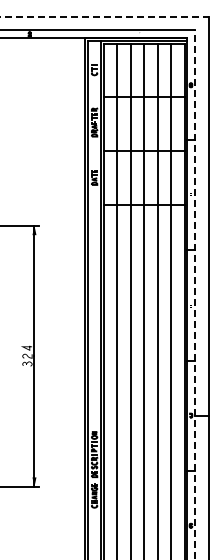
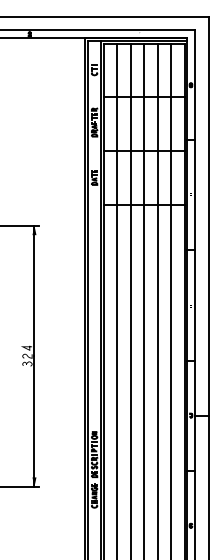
line at (104, 16): dashed -> solid
line at (195, 294): dashed -> solid
